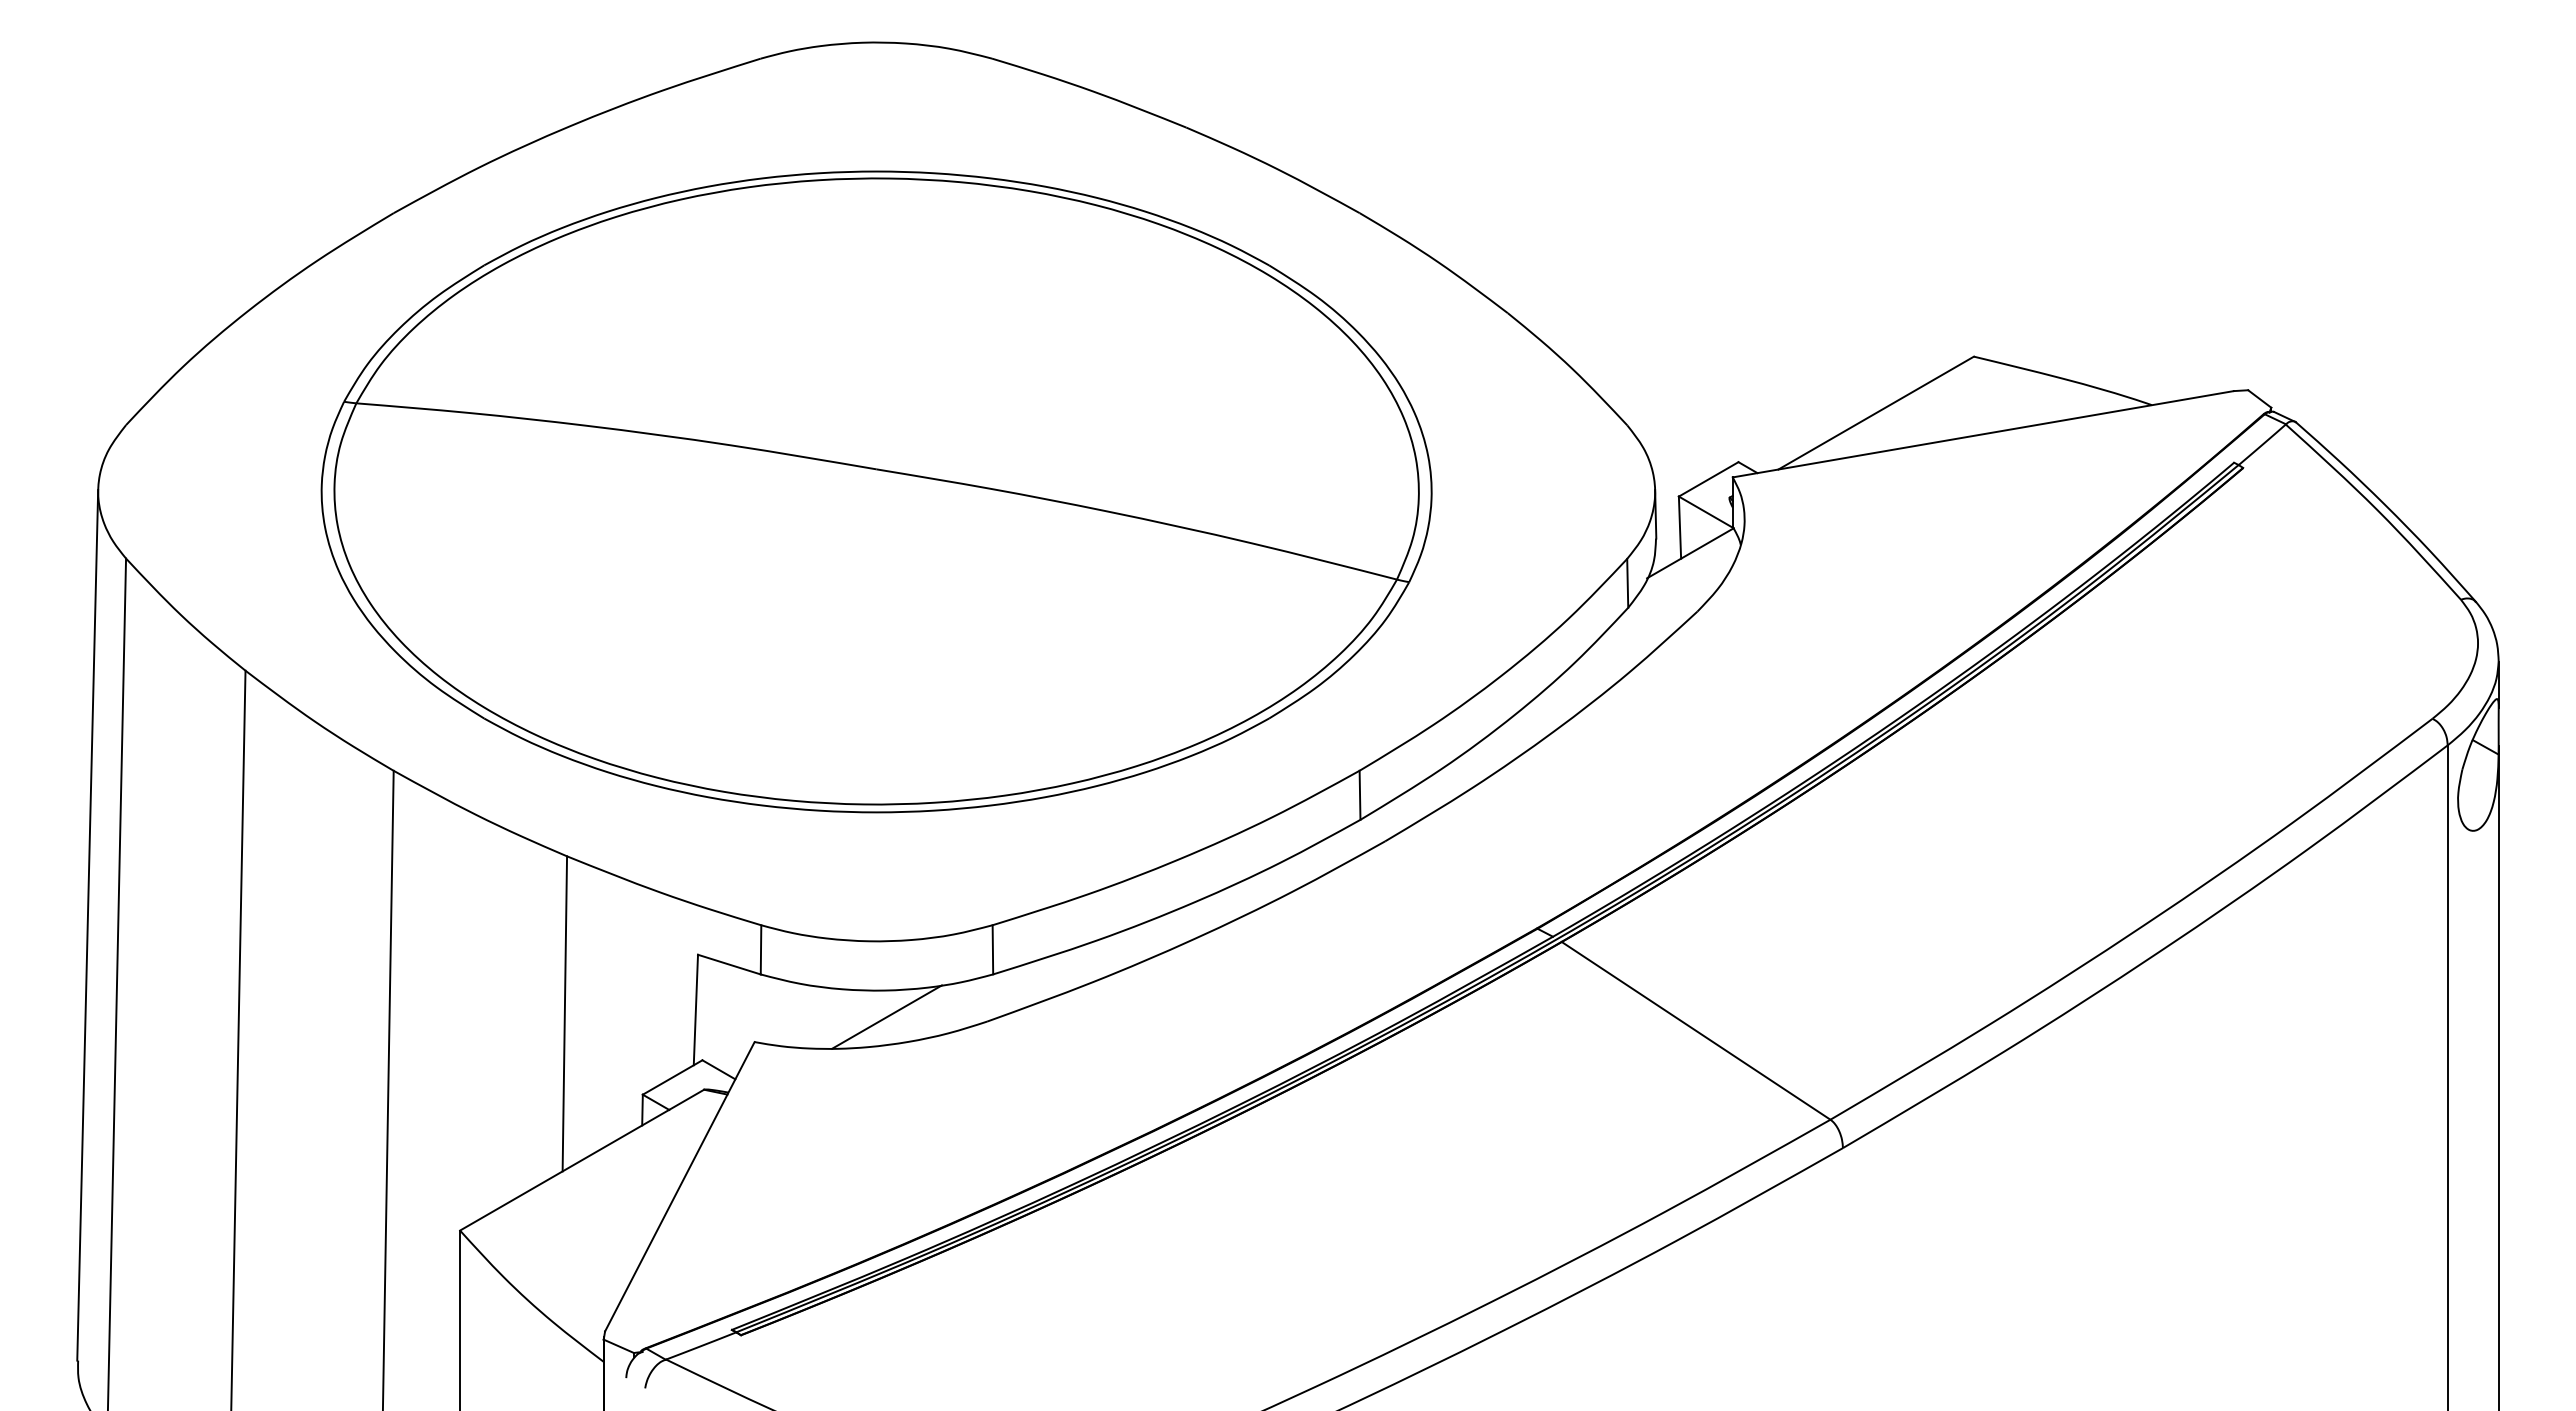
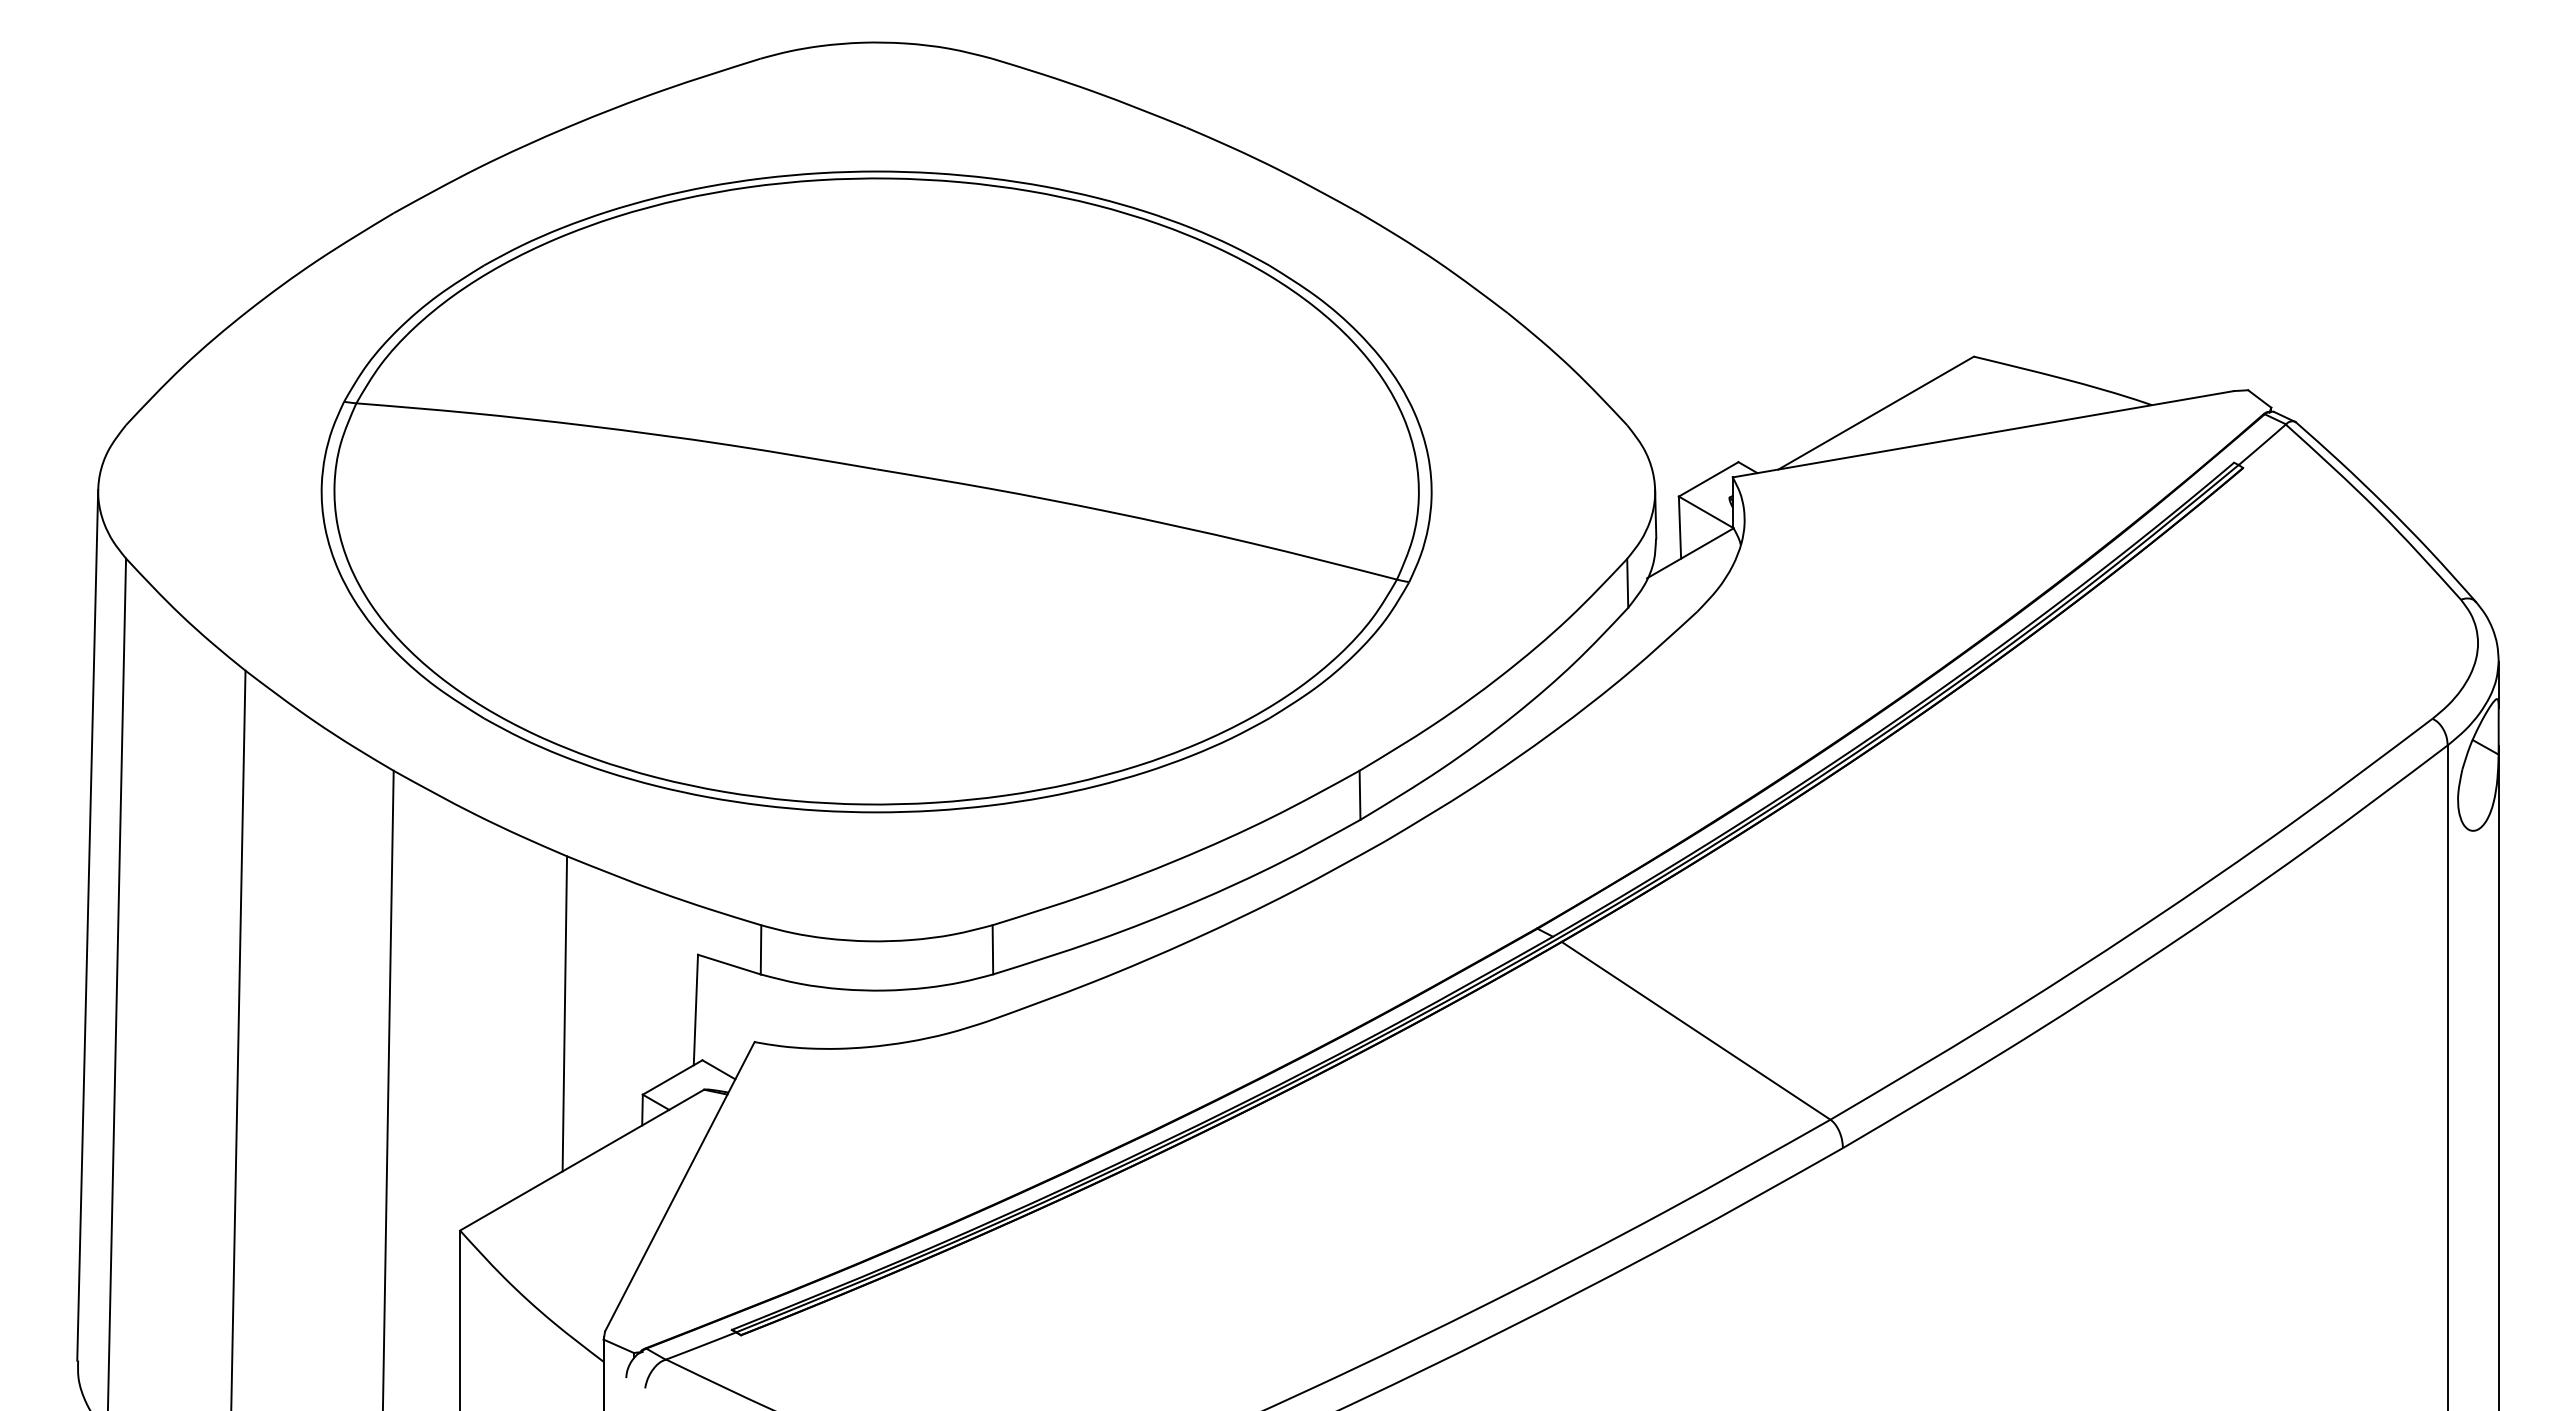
line at (886, 1016): present -> none
